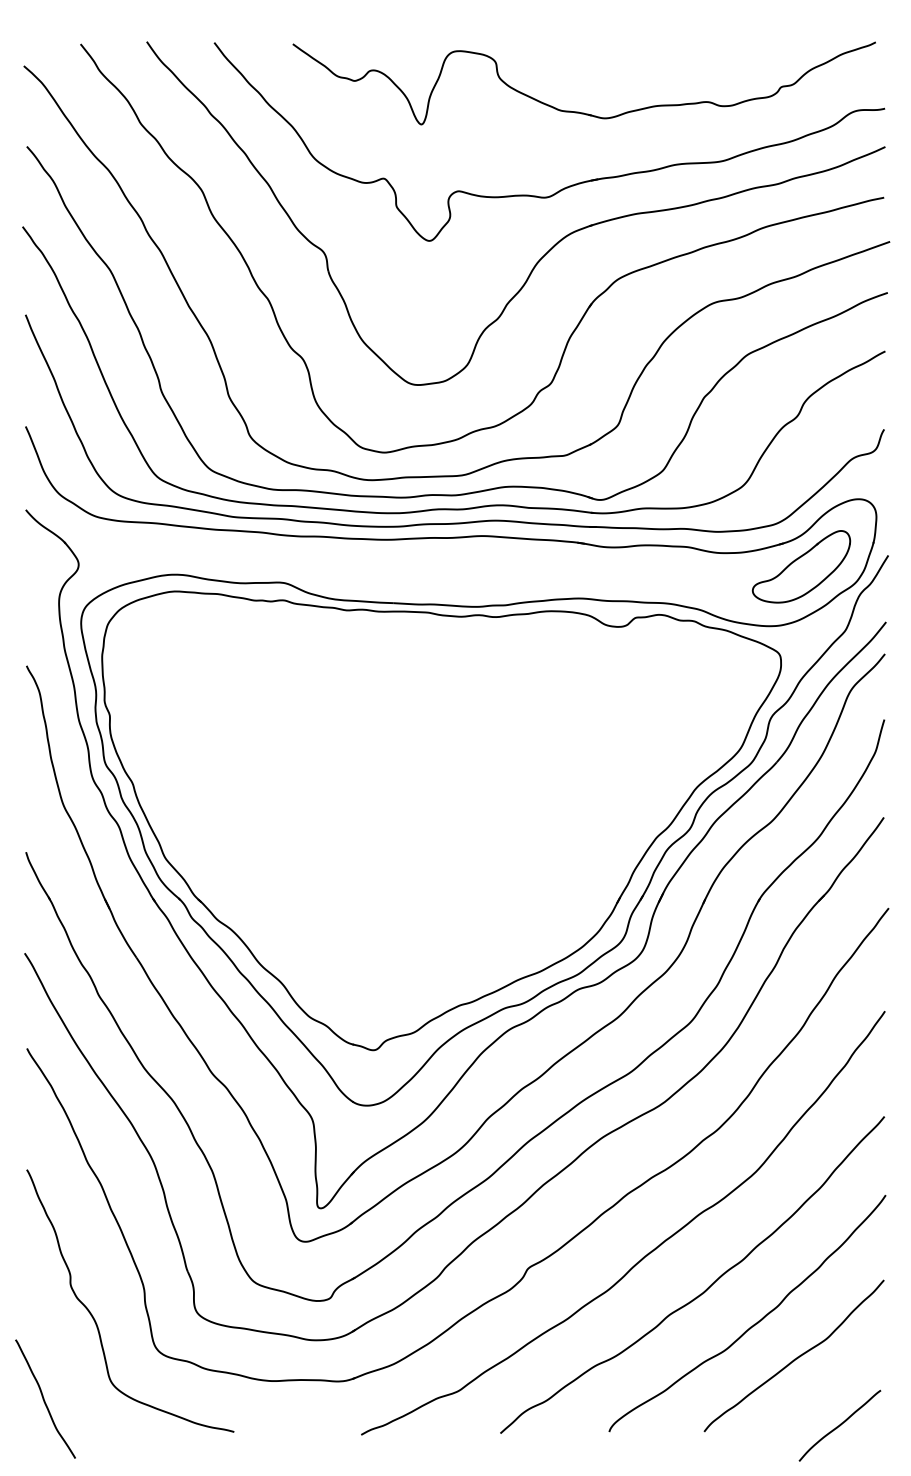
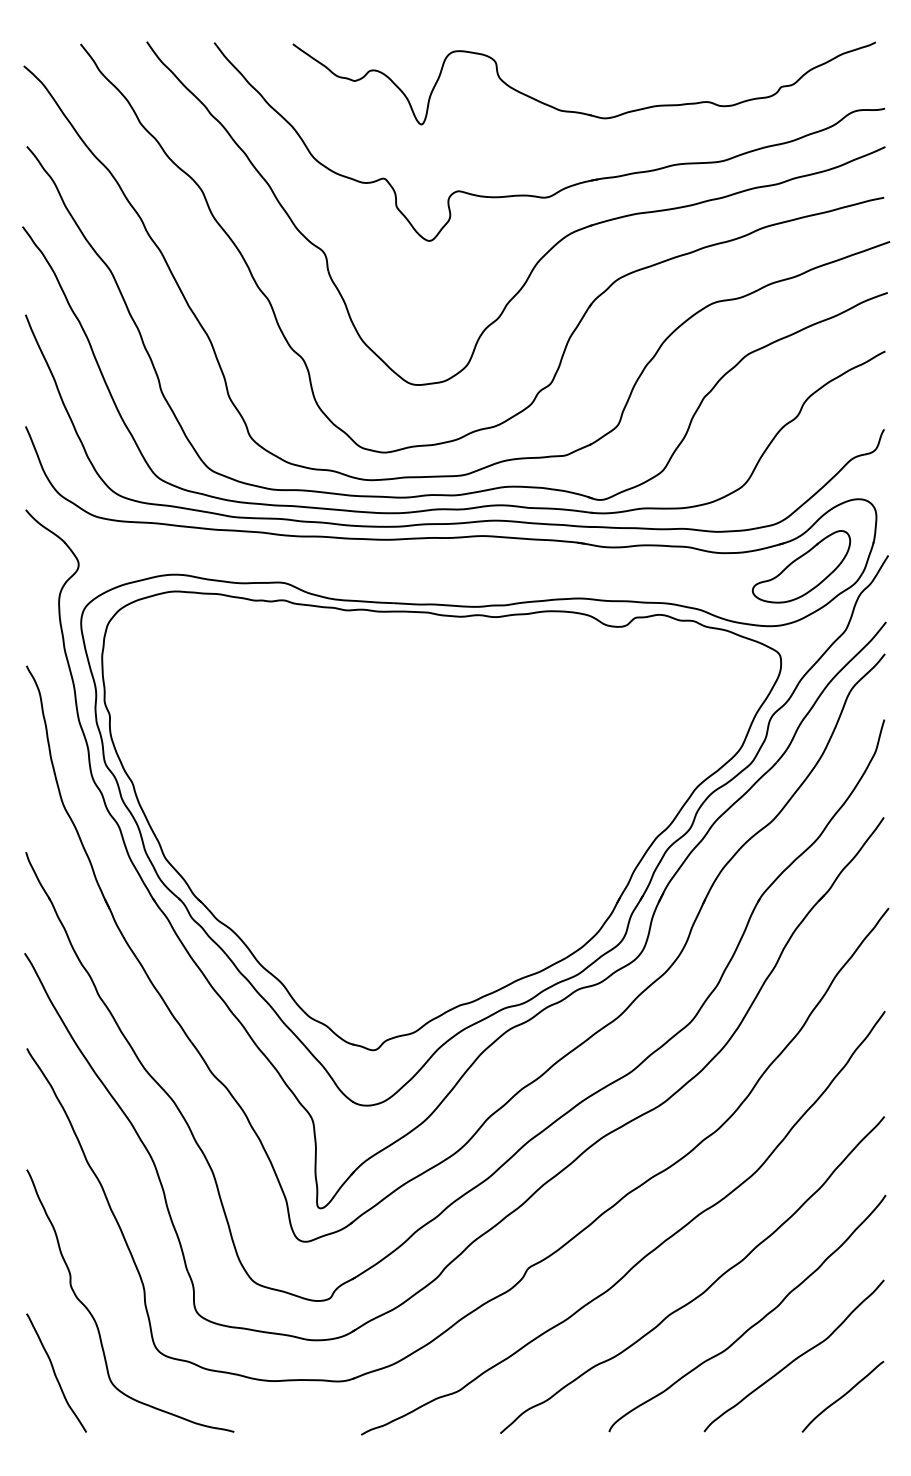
curve at (44, 1398) position: (44, 1398) -> (55, 1372)
curve at (839, 1425) position: (839, 1425) -> (842, 1396)
